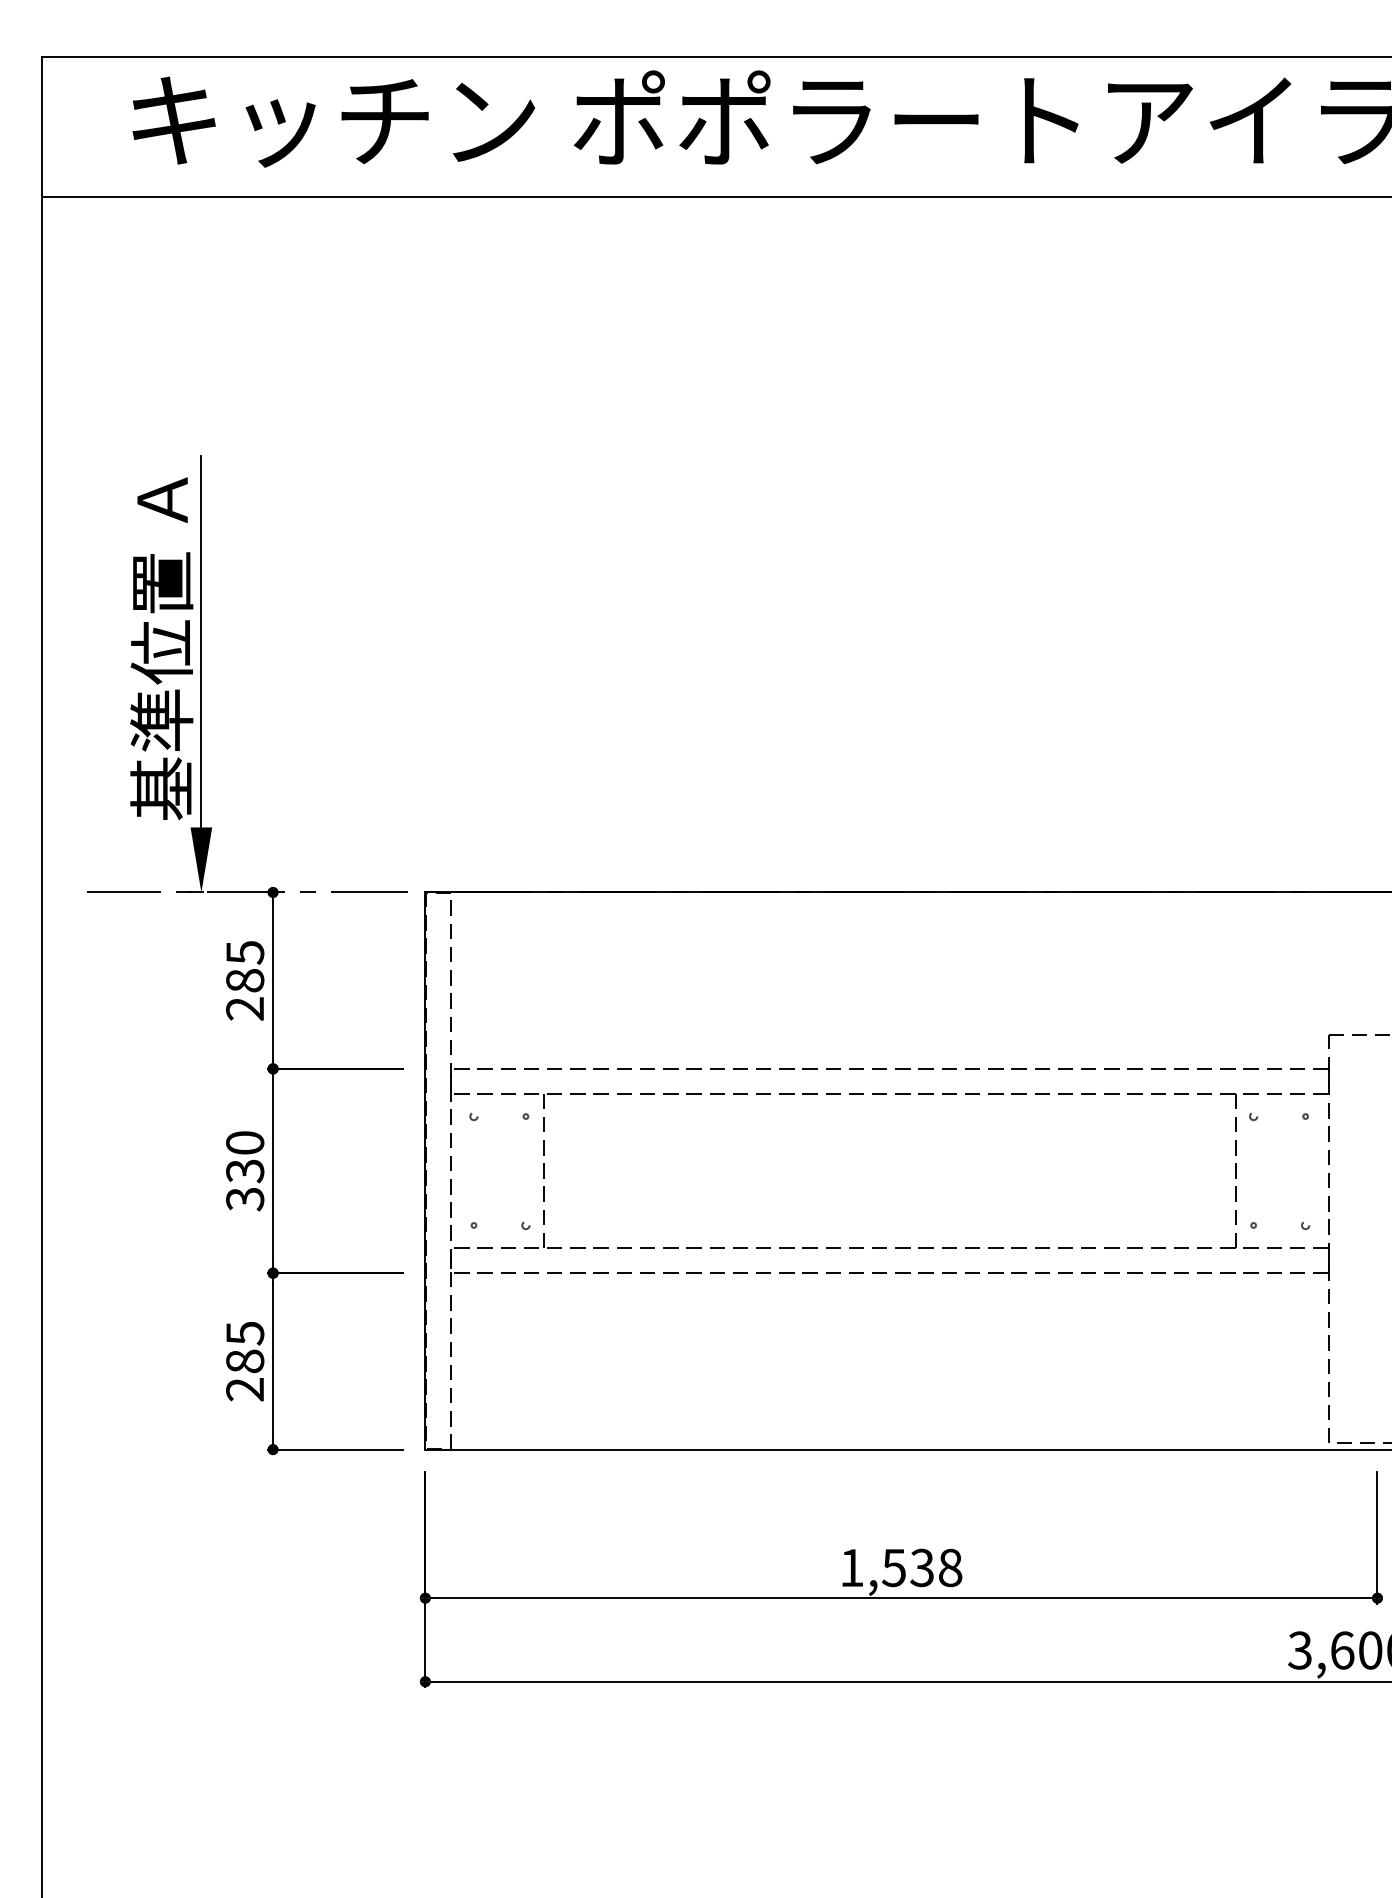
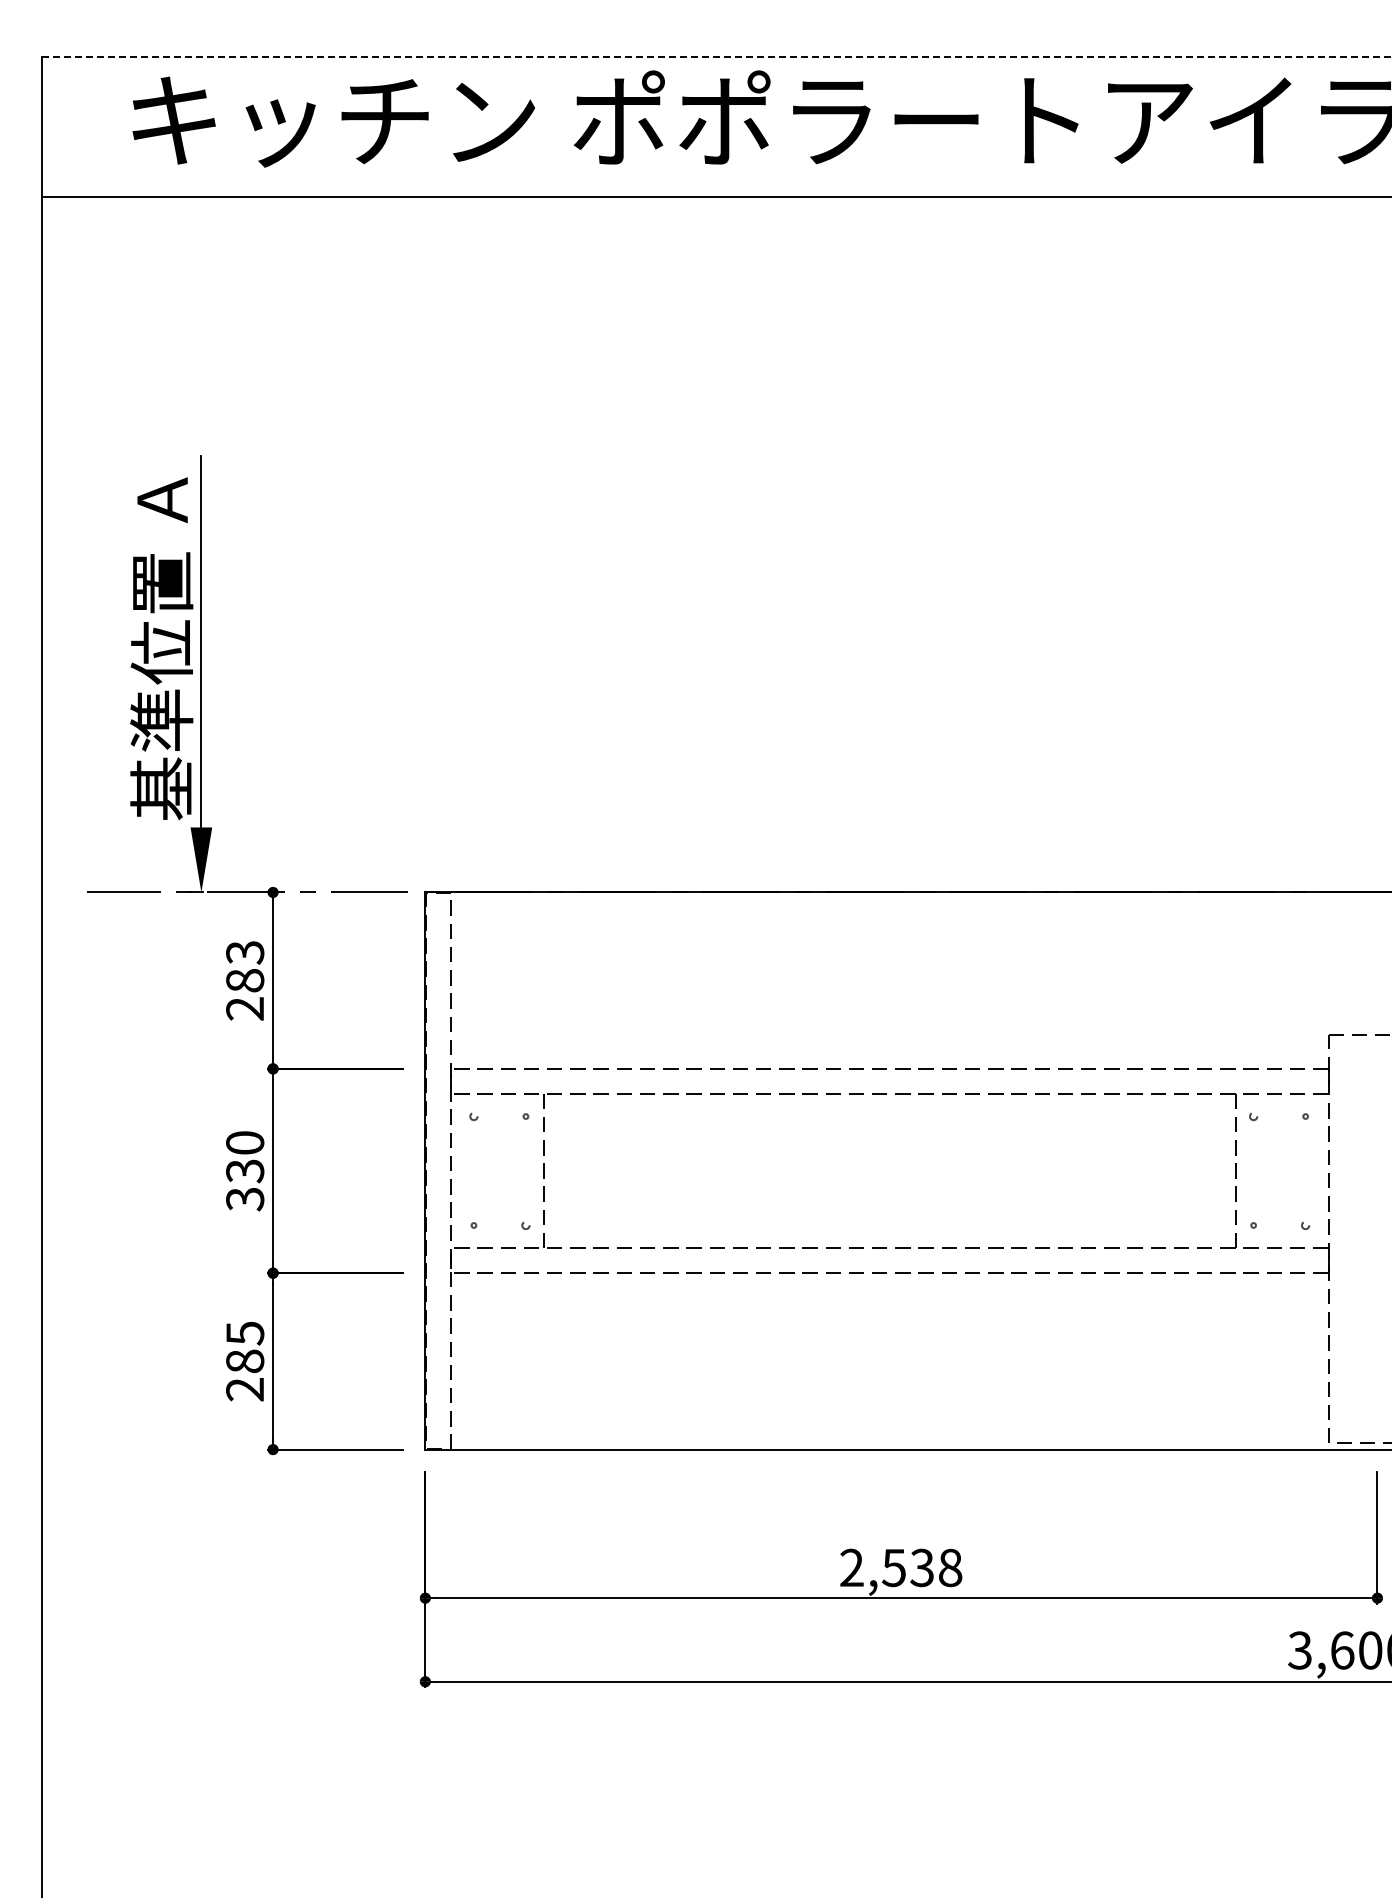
line at (717, 56): solid -> dashed
text at (244, 952): 285 -> 283
text at (851, 1567): 1,538 -> 2,538
